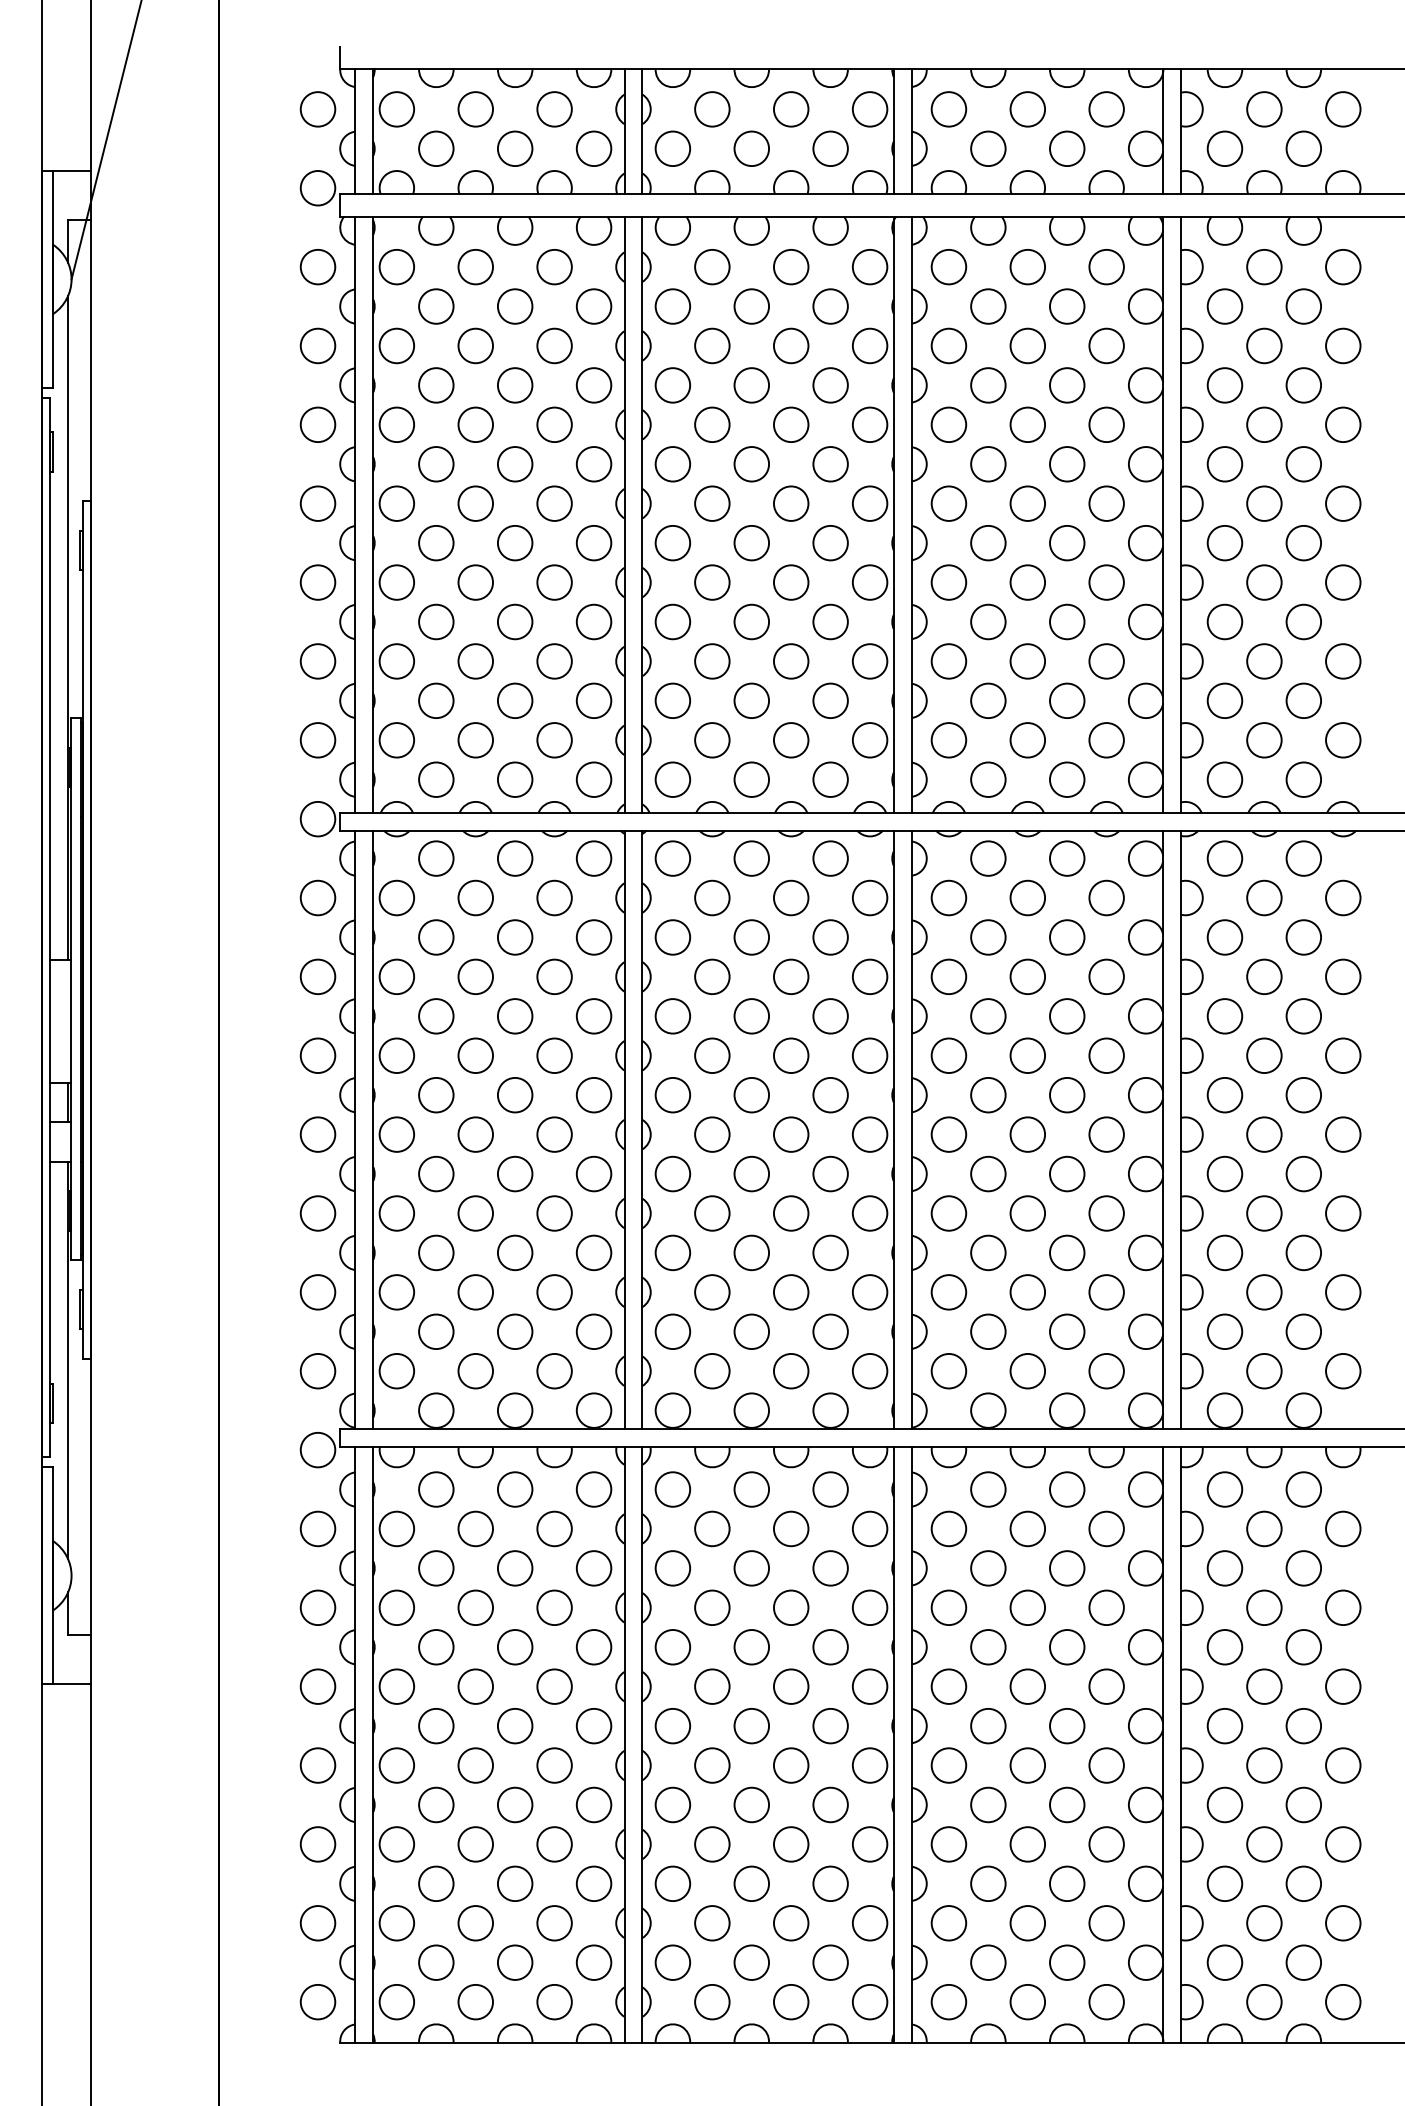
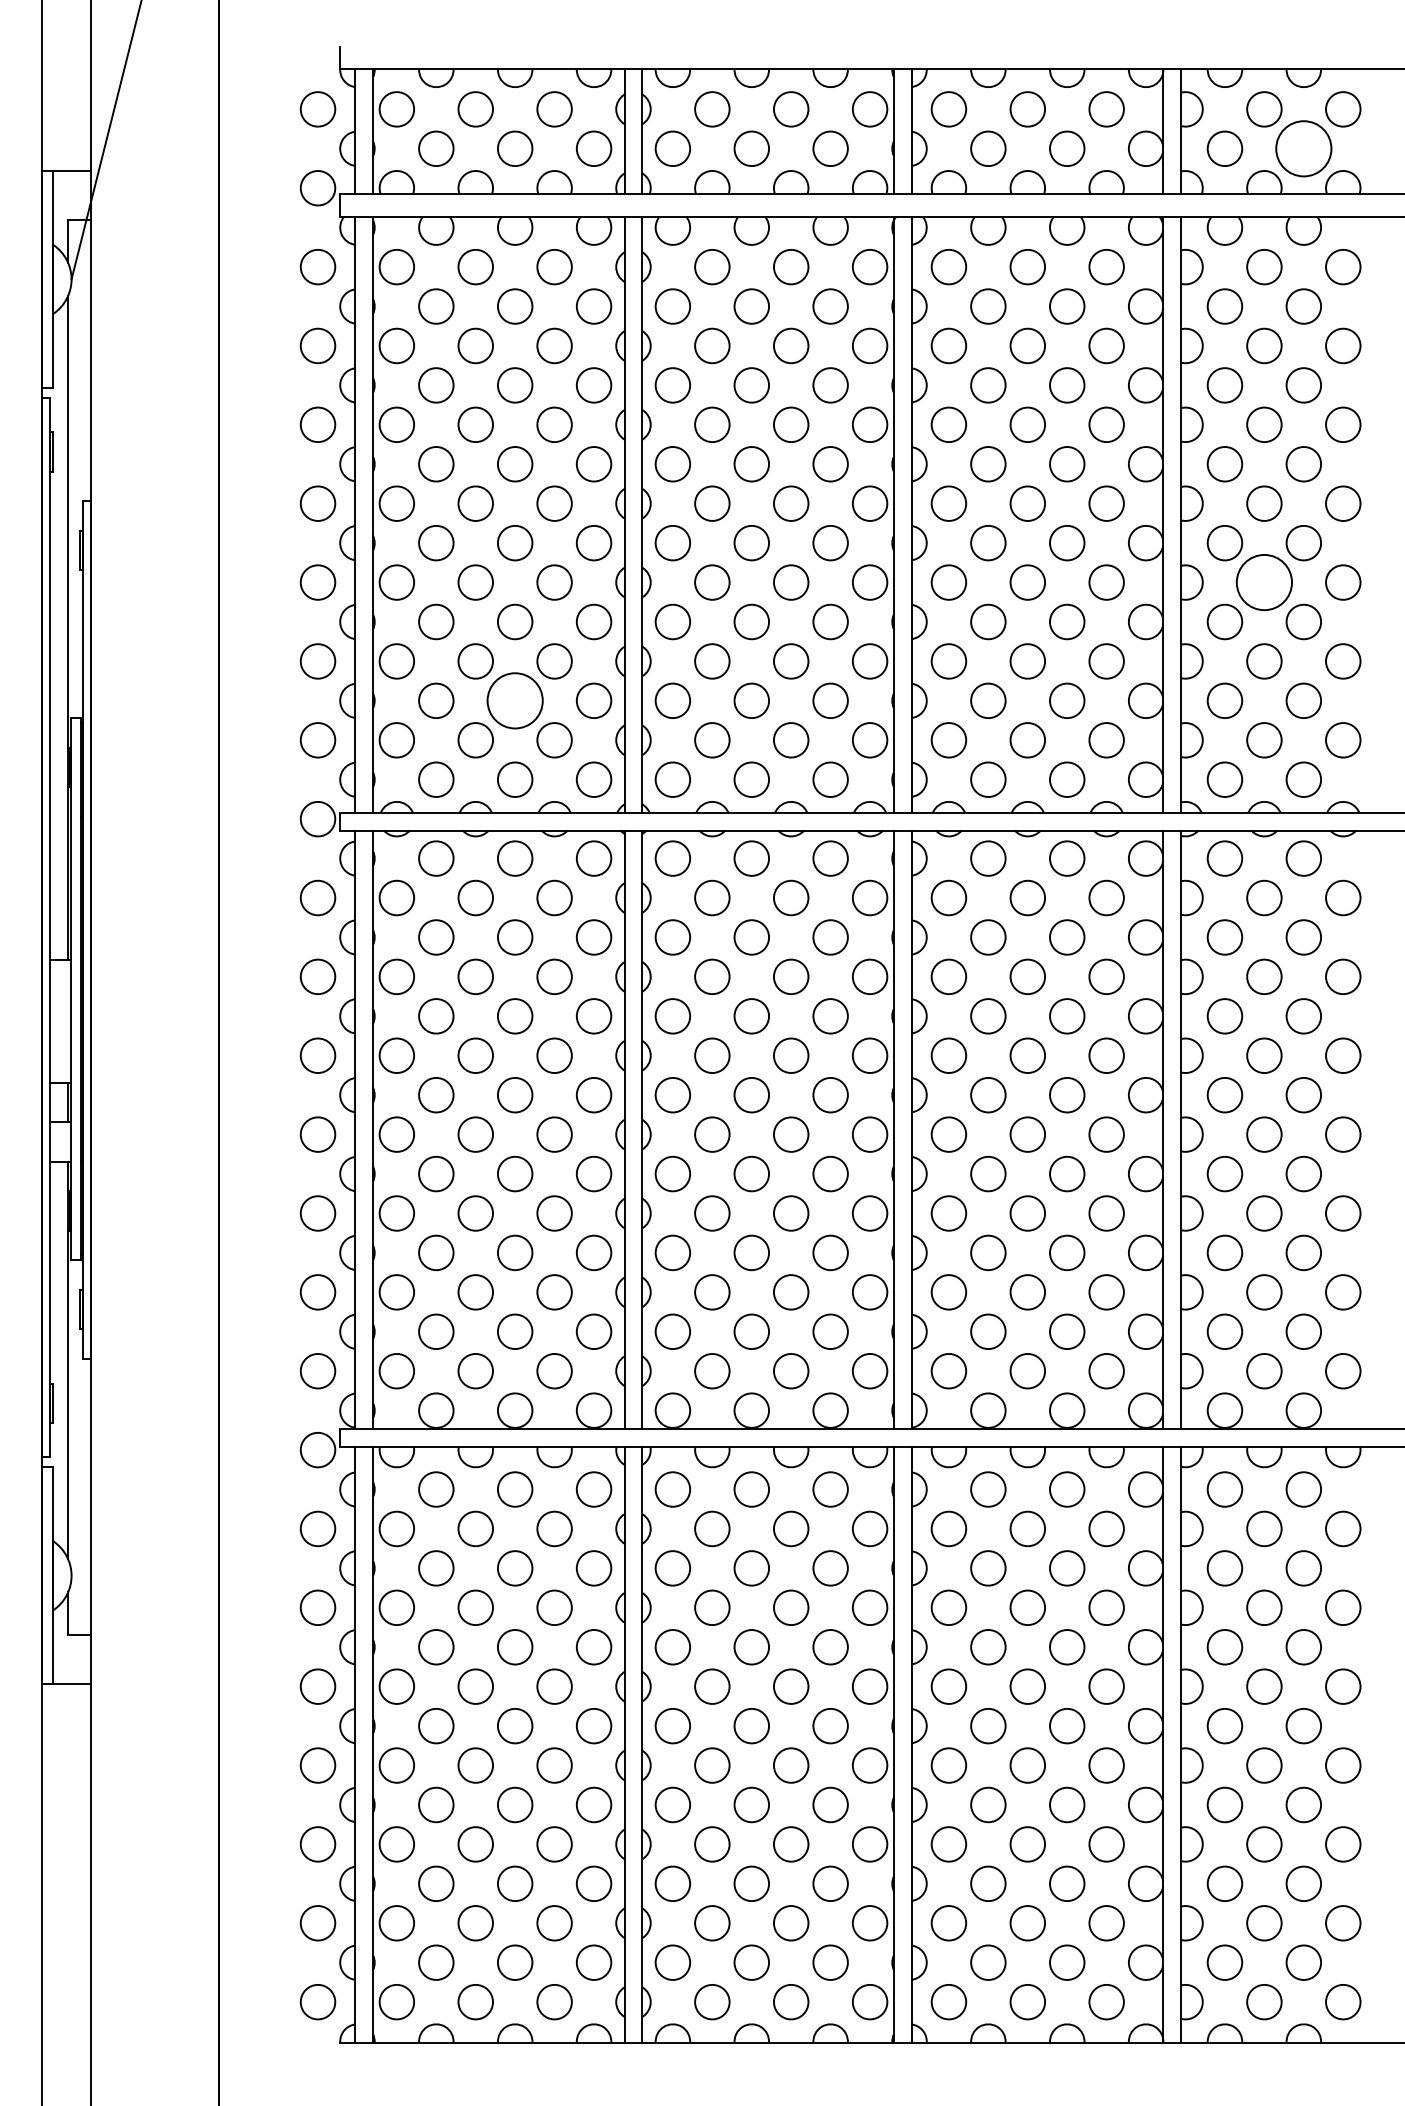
circle at (1303, 148) diameter: 35 px -> 55 px
circle at (1264, 582) diameter: 35 px -> 55 px
circle at (514, 700) diameter: 35 px -> 55 px
